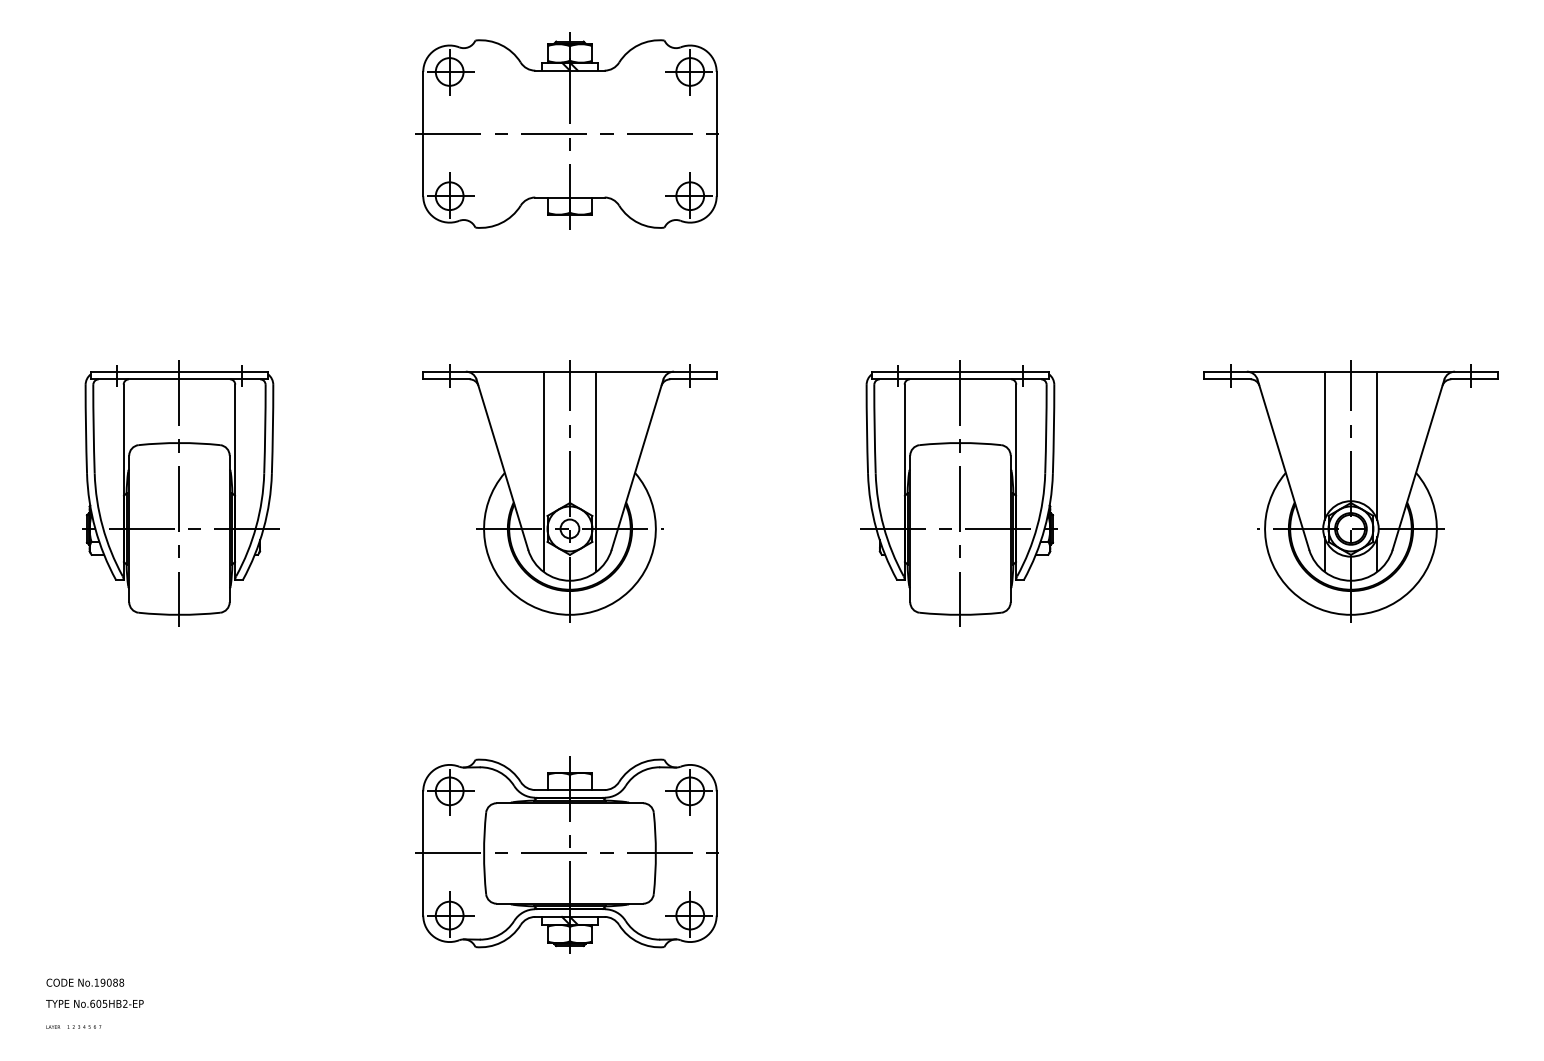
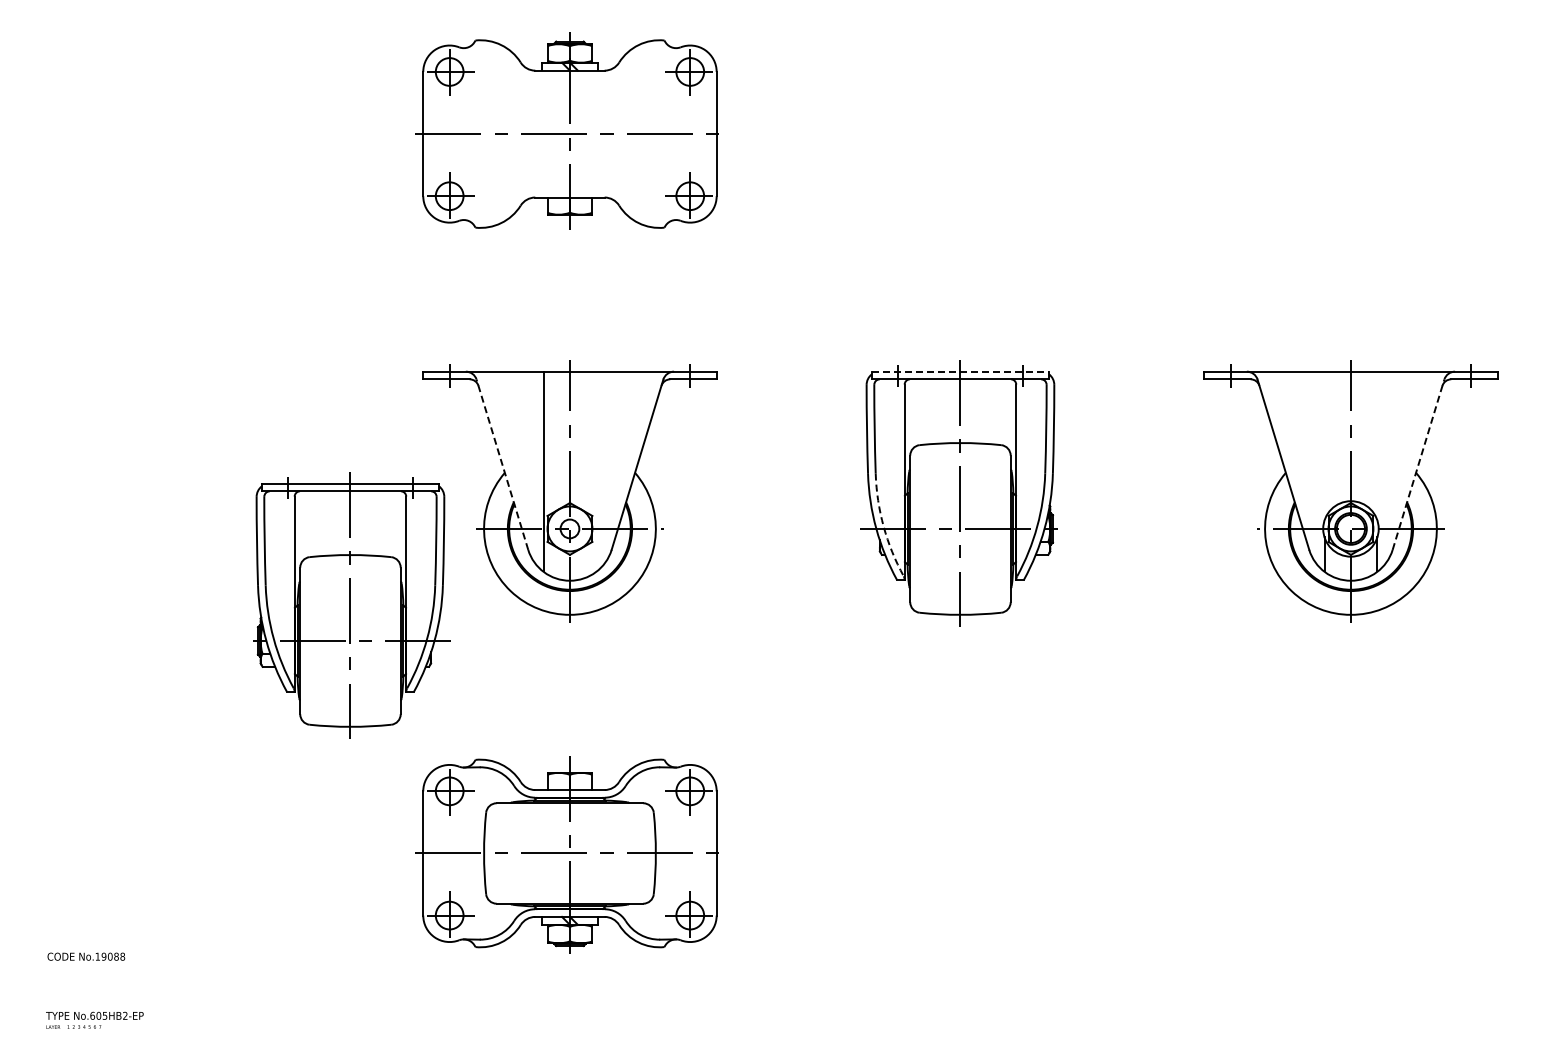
line at (960, 371): solid -> dashed
line at (1324, 445): present -> none
line at (1377, 445): present -> none
line at (502, 464): solid -> dashed
line at (1418, 464): solid -> dashed
line at (596, 471): present -> none
part at (180, 493) position: (180, 493) -> (351, 605)
arc at (883, 526): solid -> dashed
text at (85, 982) position: (85, 982) -> (86, 956)
text at (94, 1003) position: (94, 1003) -> (94, 1015)
